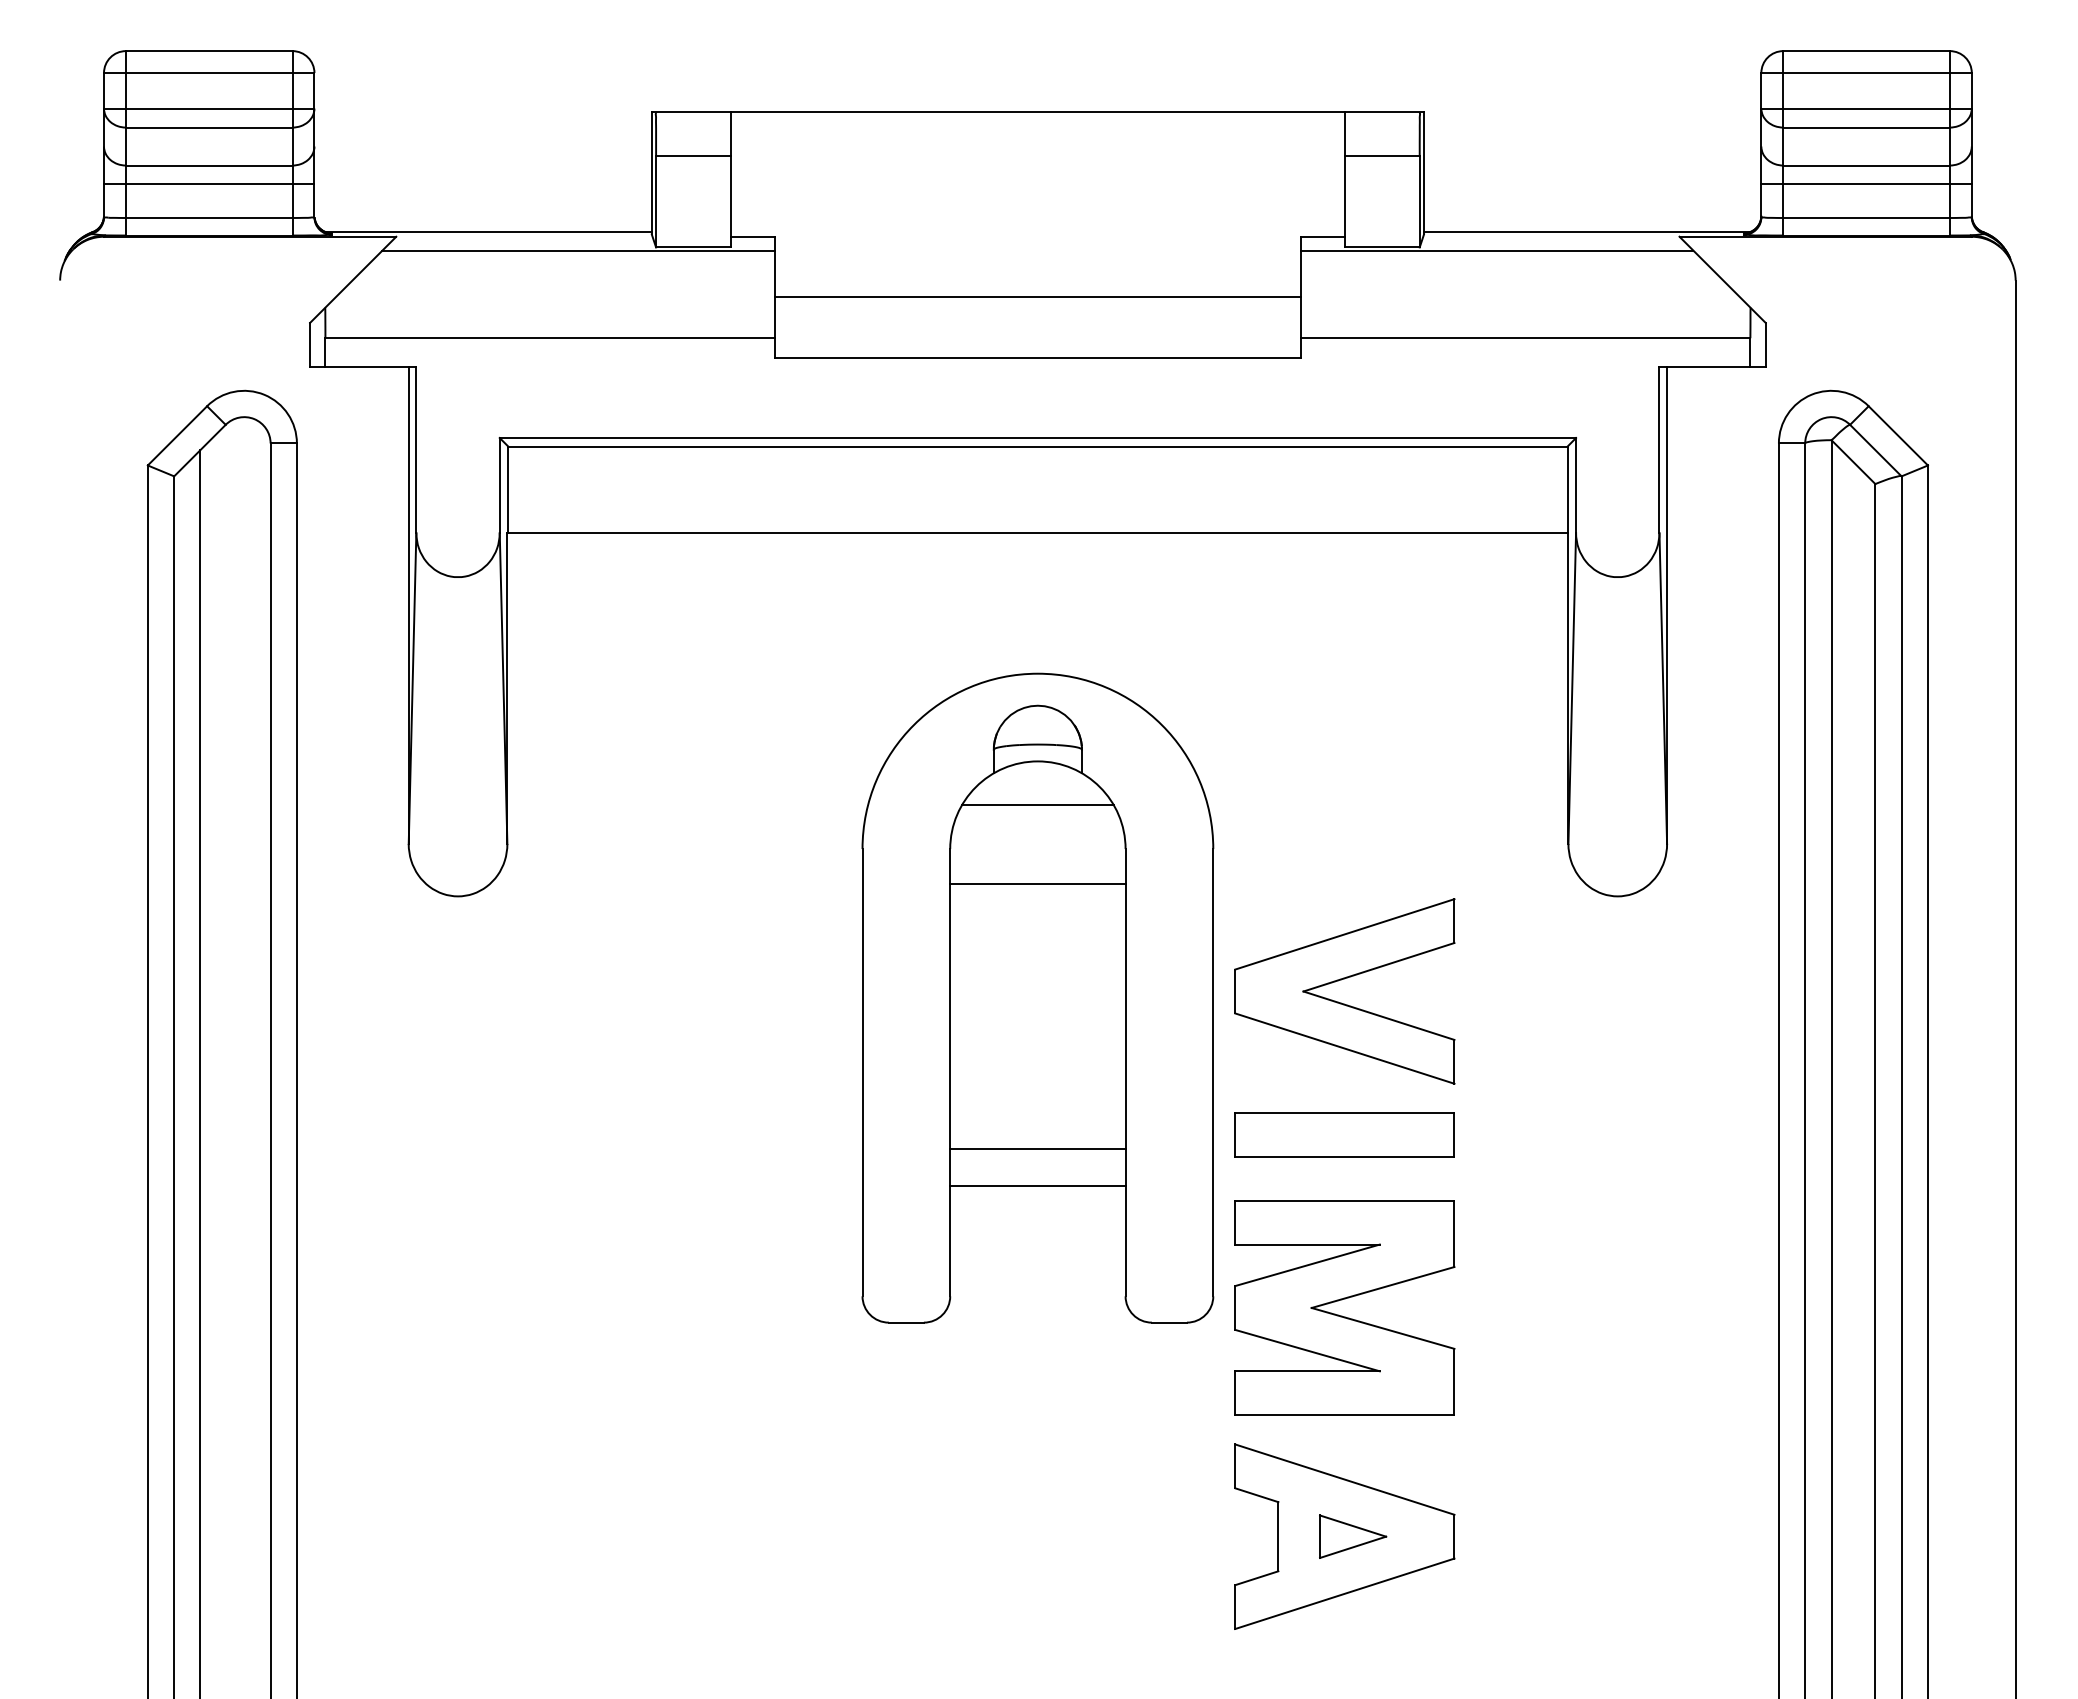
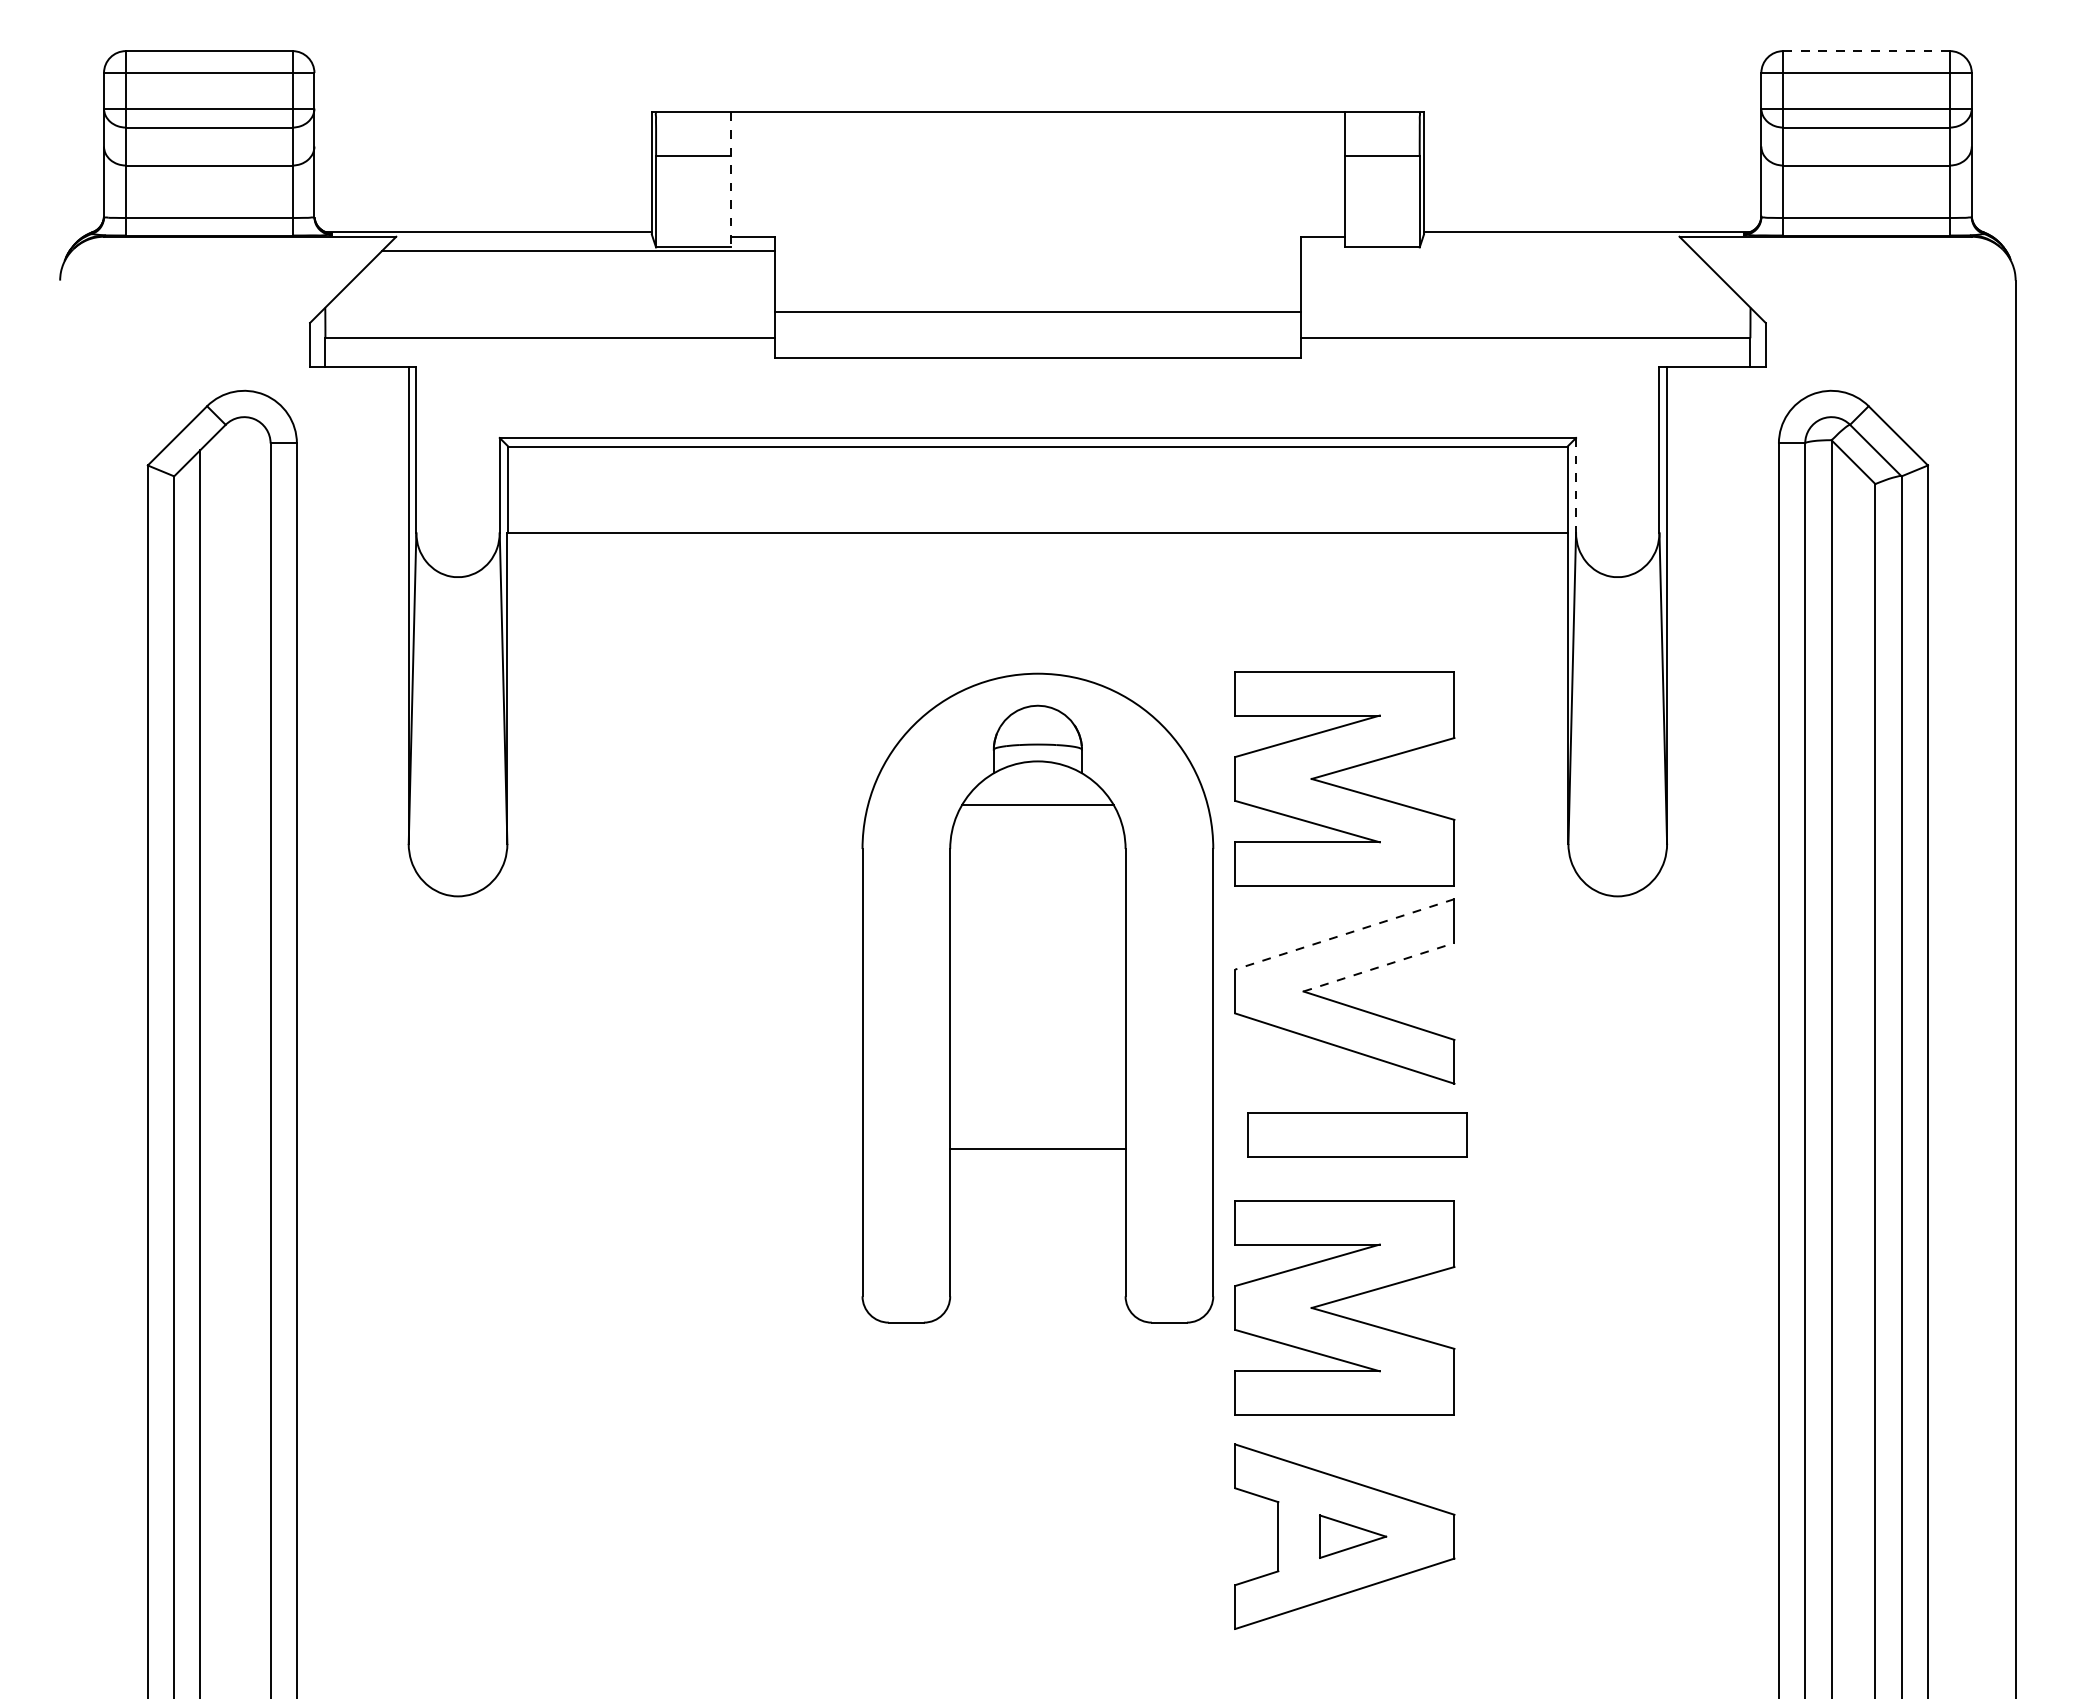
line at (1866, 51): solid -> dashed
line at (730, 180): solid -> dashed
line at (209, 184): present -> none
line at (1866, 184): present -> none
line at (1496, 250): present -> none
line at (1037, 296) position: (1037, 296) -> (1037, 311)
line at (1576, 485): solid -> dashed
part at (1342, 771): none -> present
line at (1037, 884): present -> none
line at (1344, 934): solid -> dashed
line at (1379, 967): solid -> dashed
part at (1344, 1134) position: (1344, 1134) -> (1357, 1134)
line at (1037, 1185): present -> none
